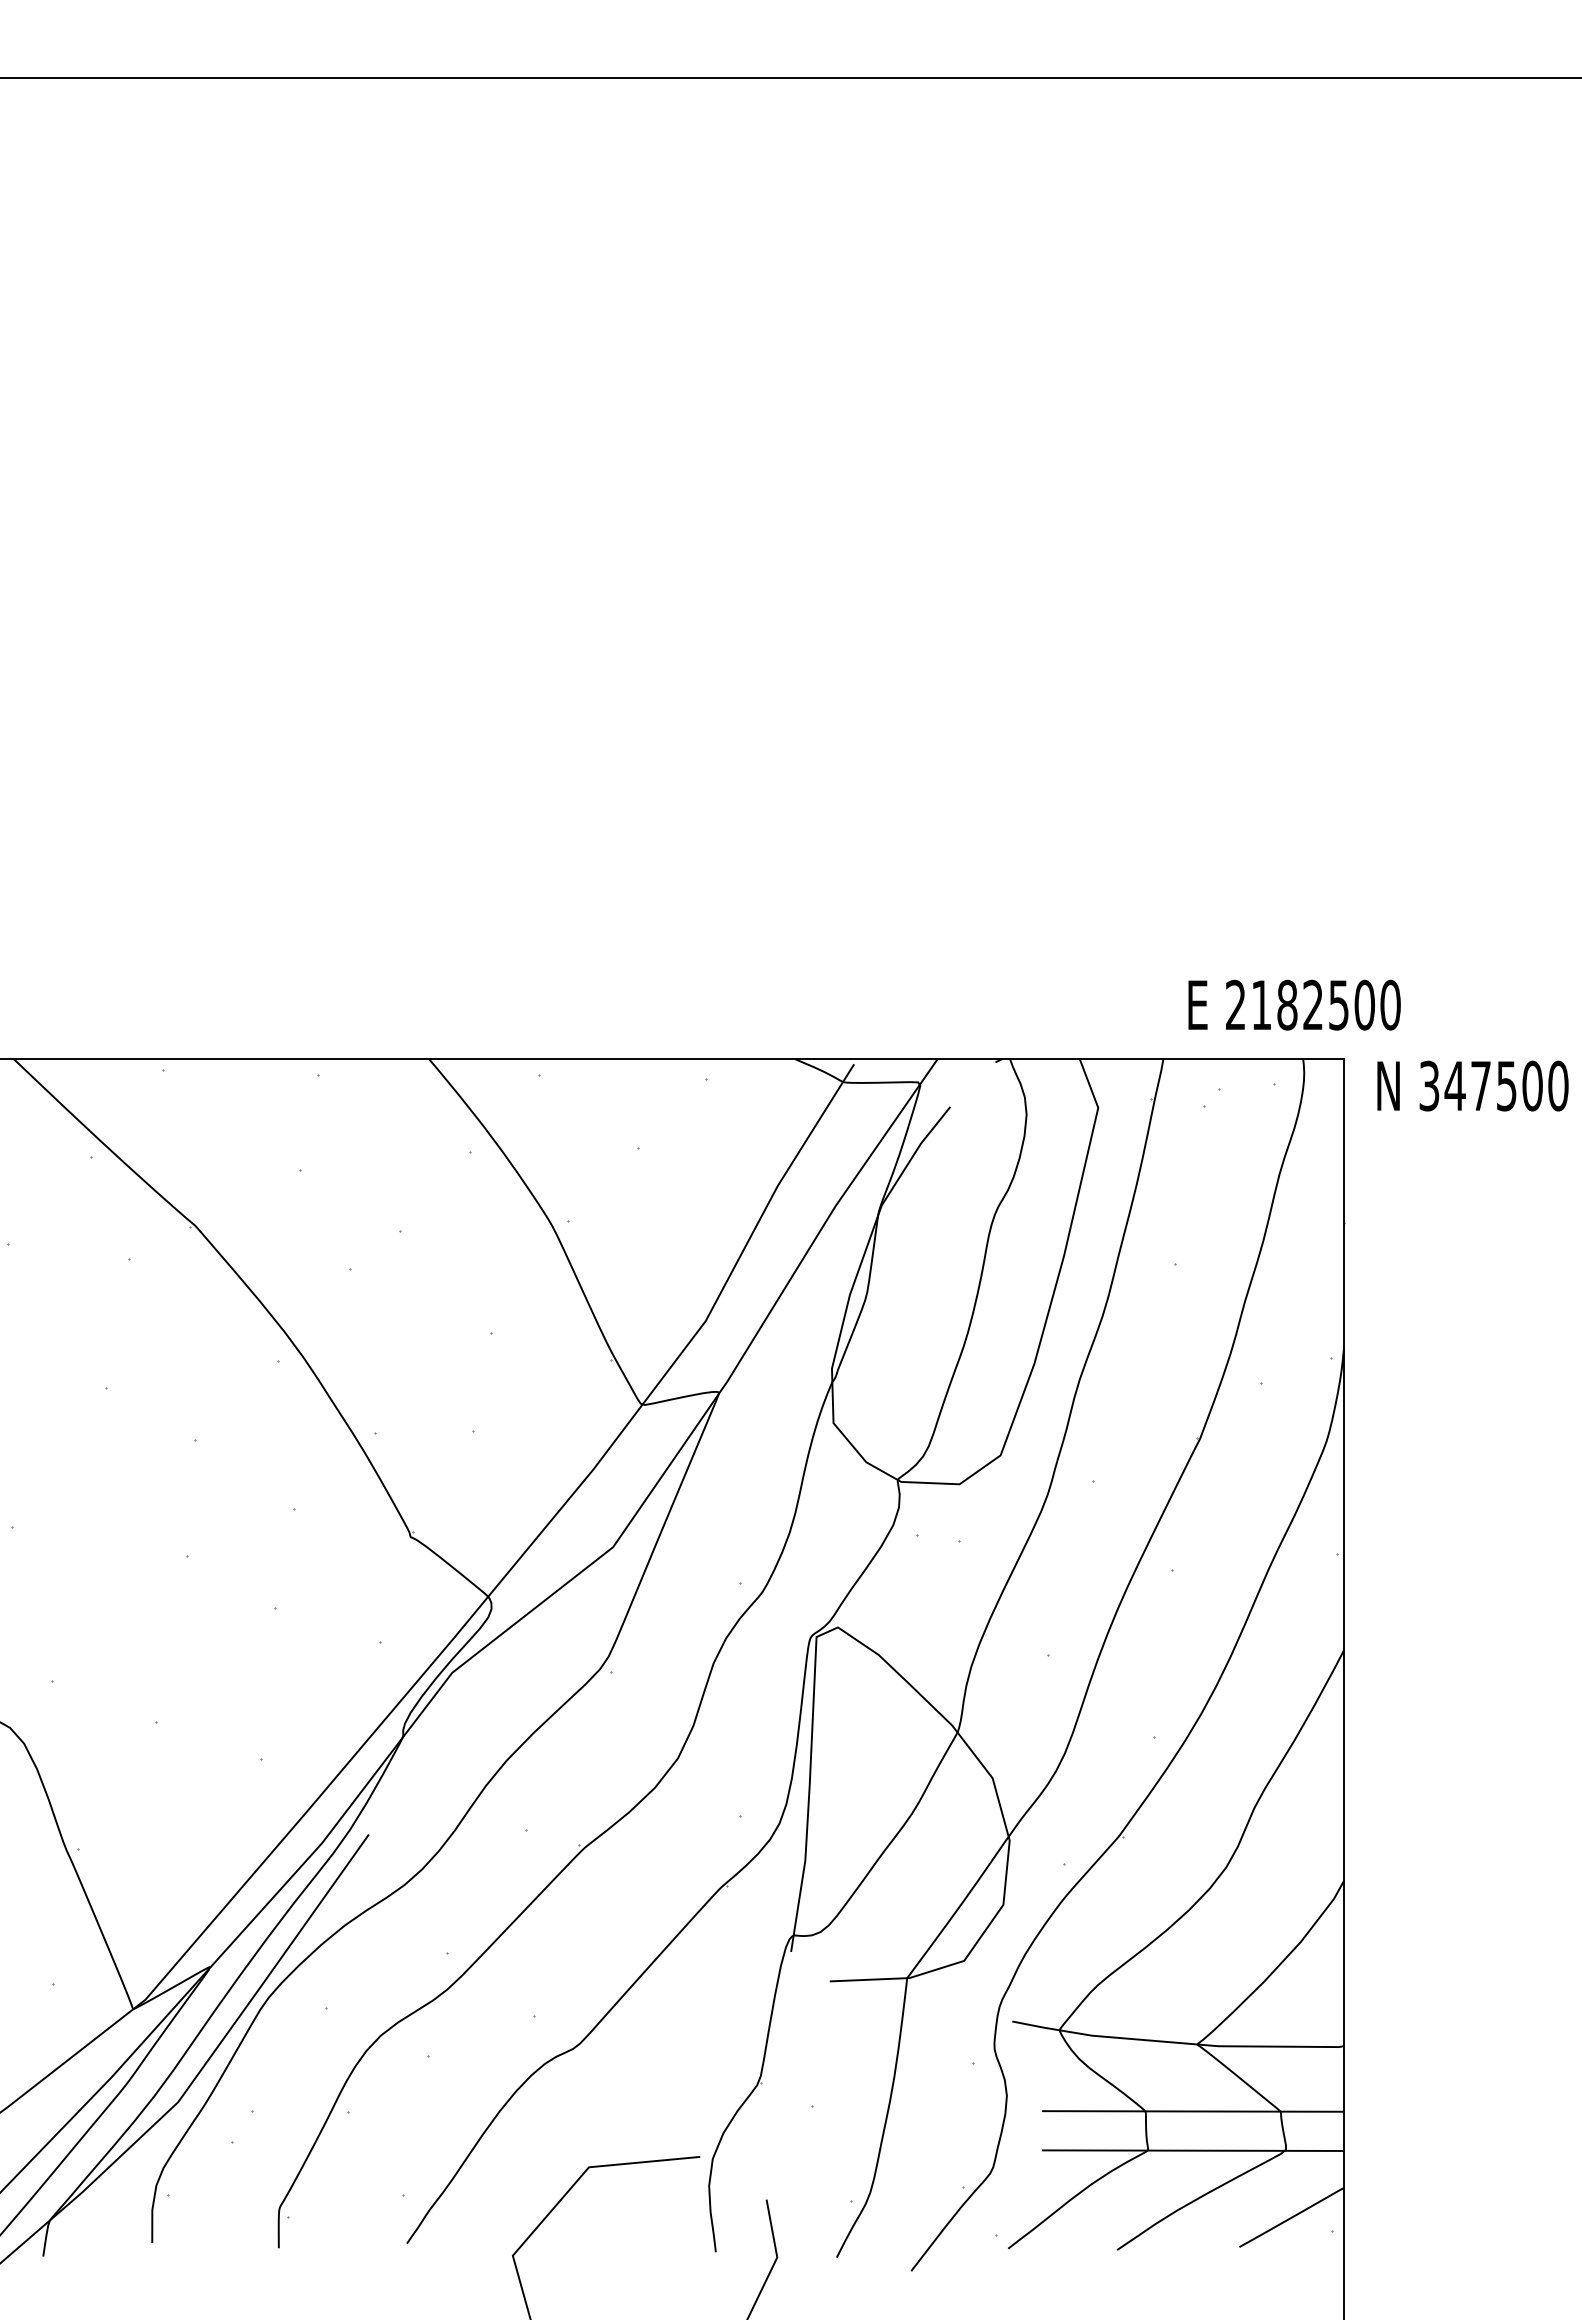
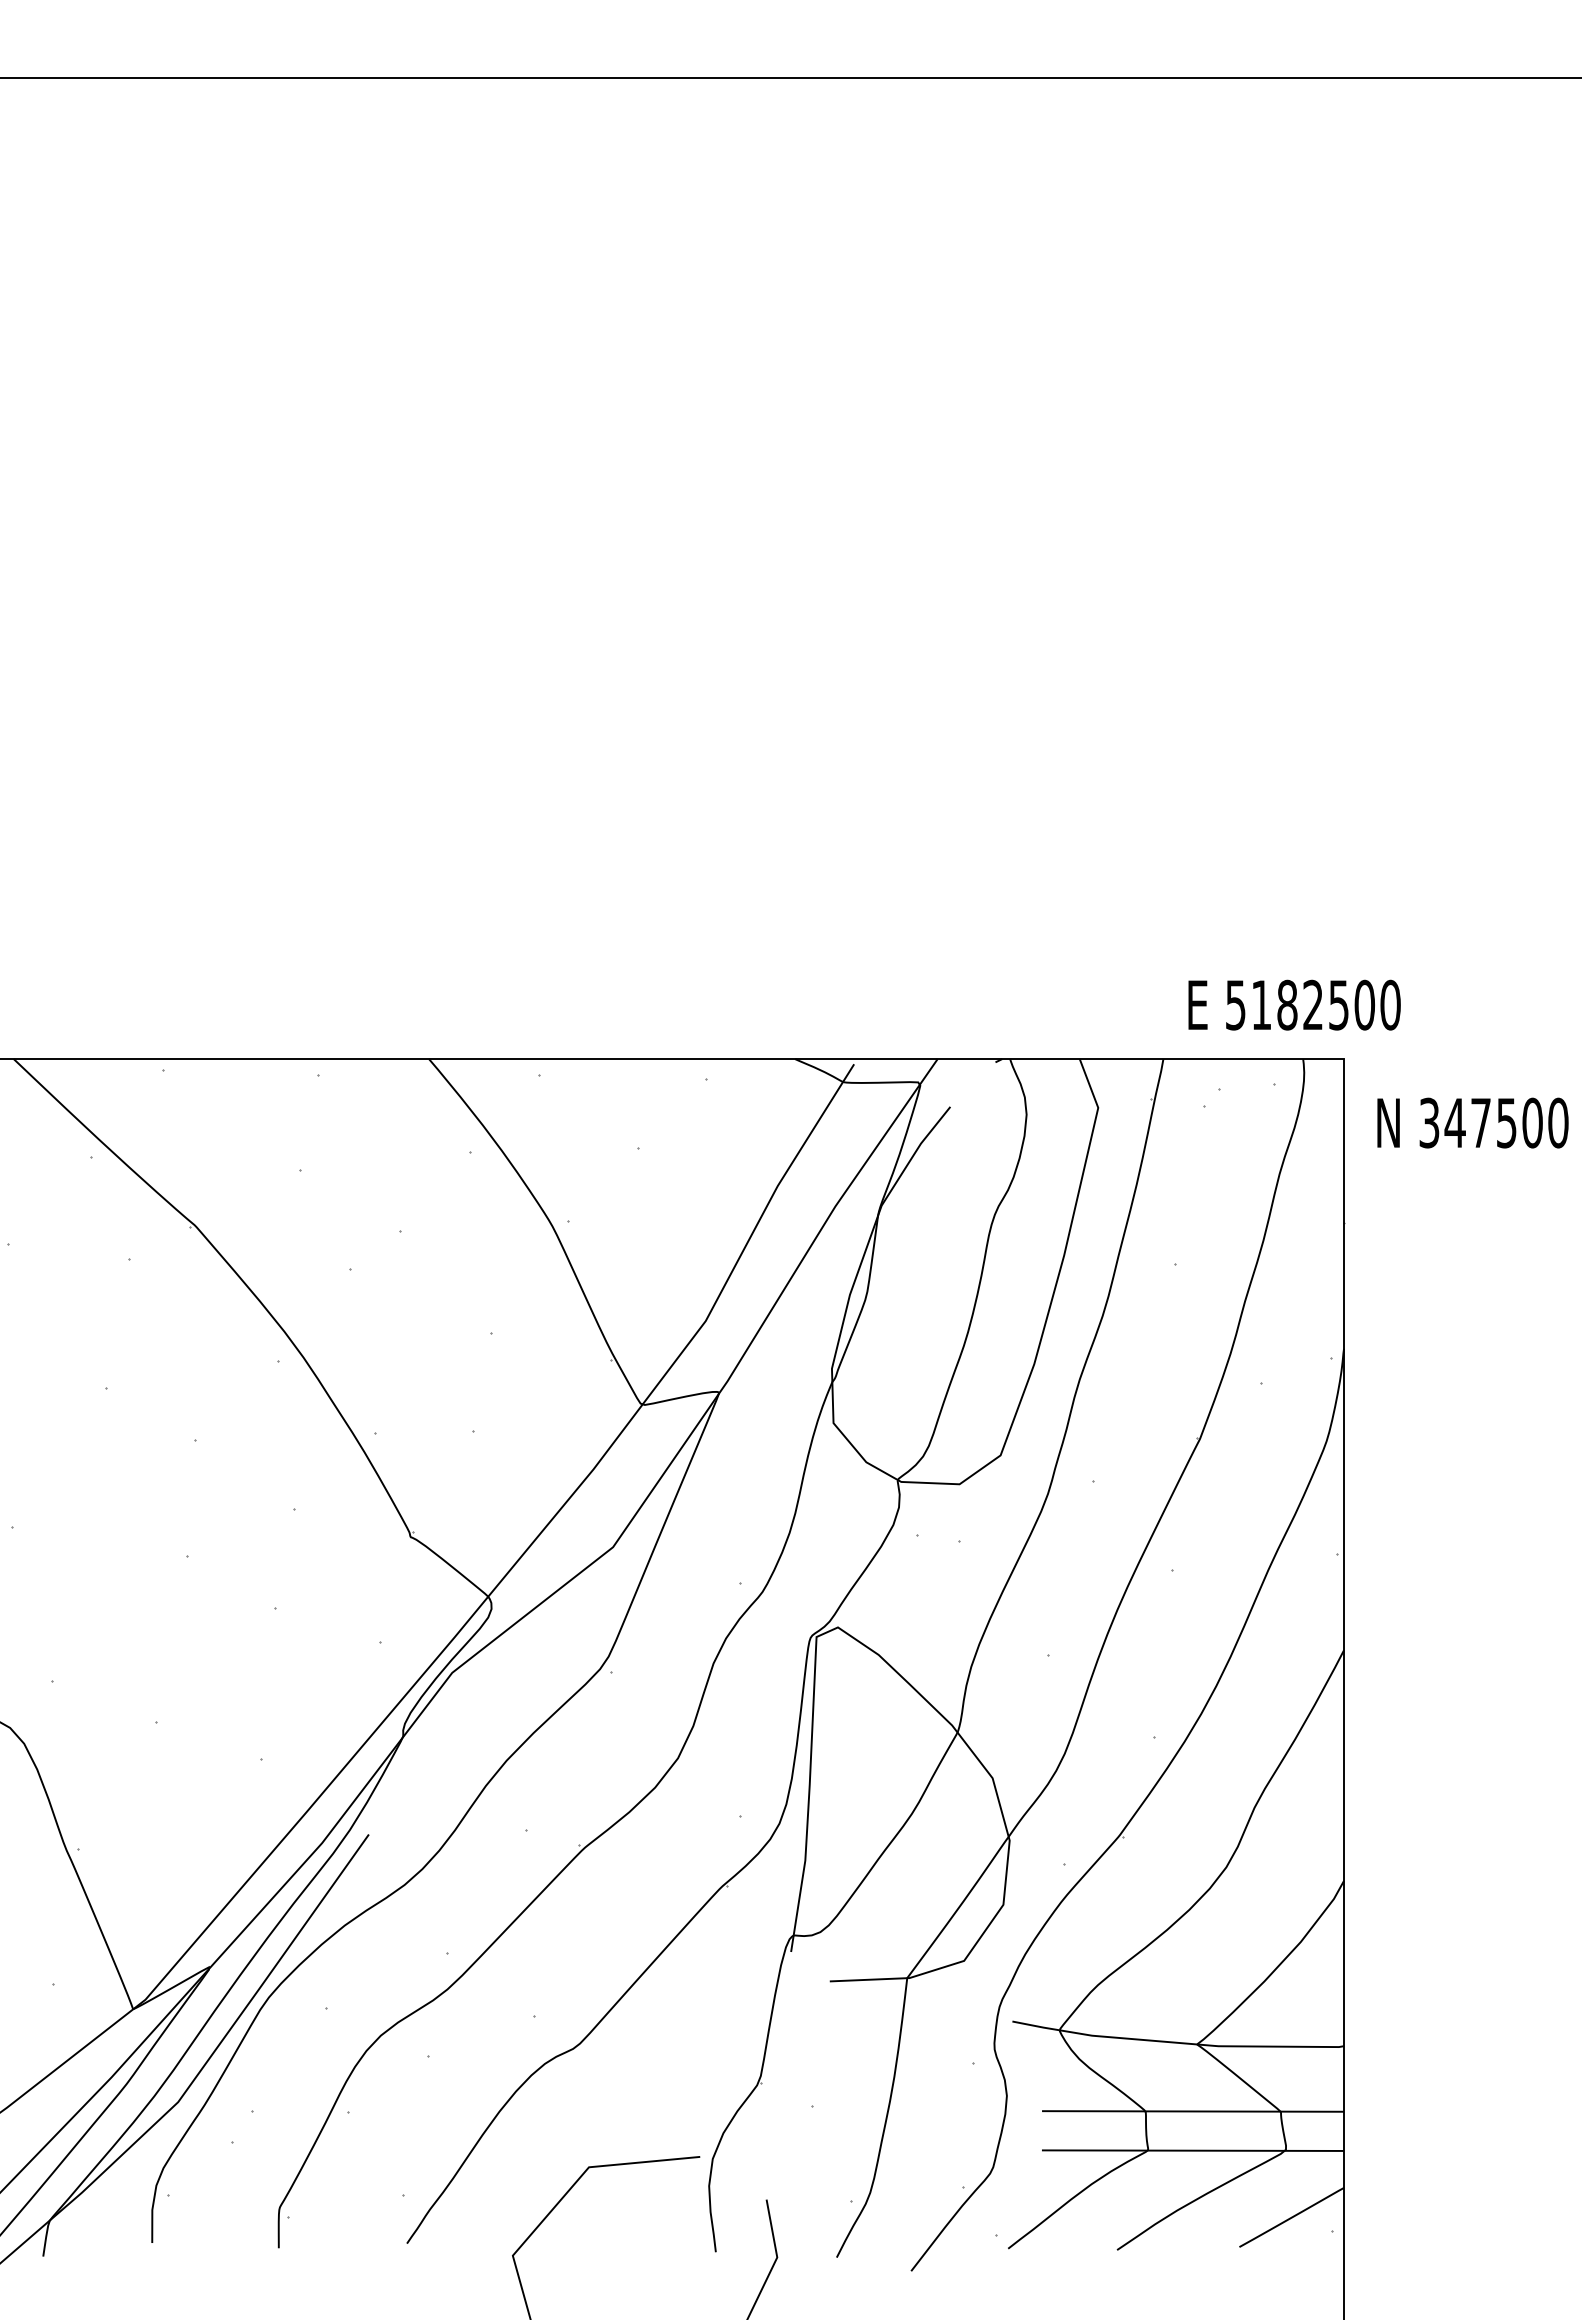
text at (1235, 1004): 2182500 -> 5182500
text at (1472, 1085) position: (1472, 1085) -> (1472, 1122)
